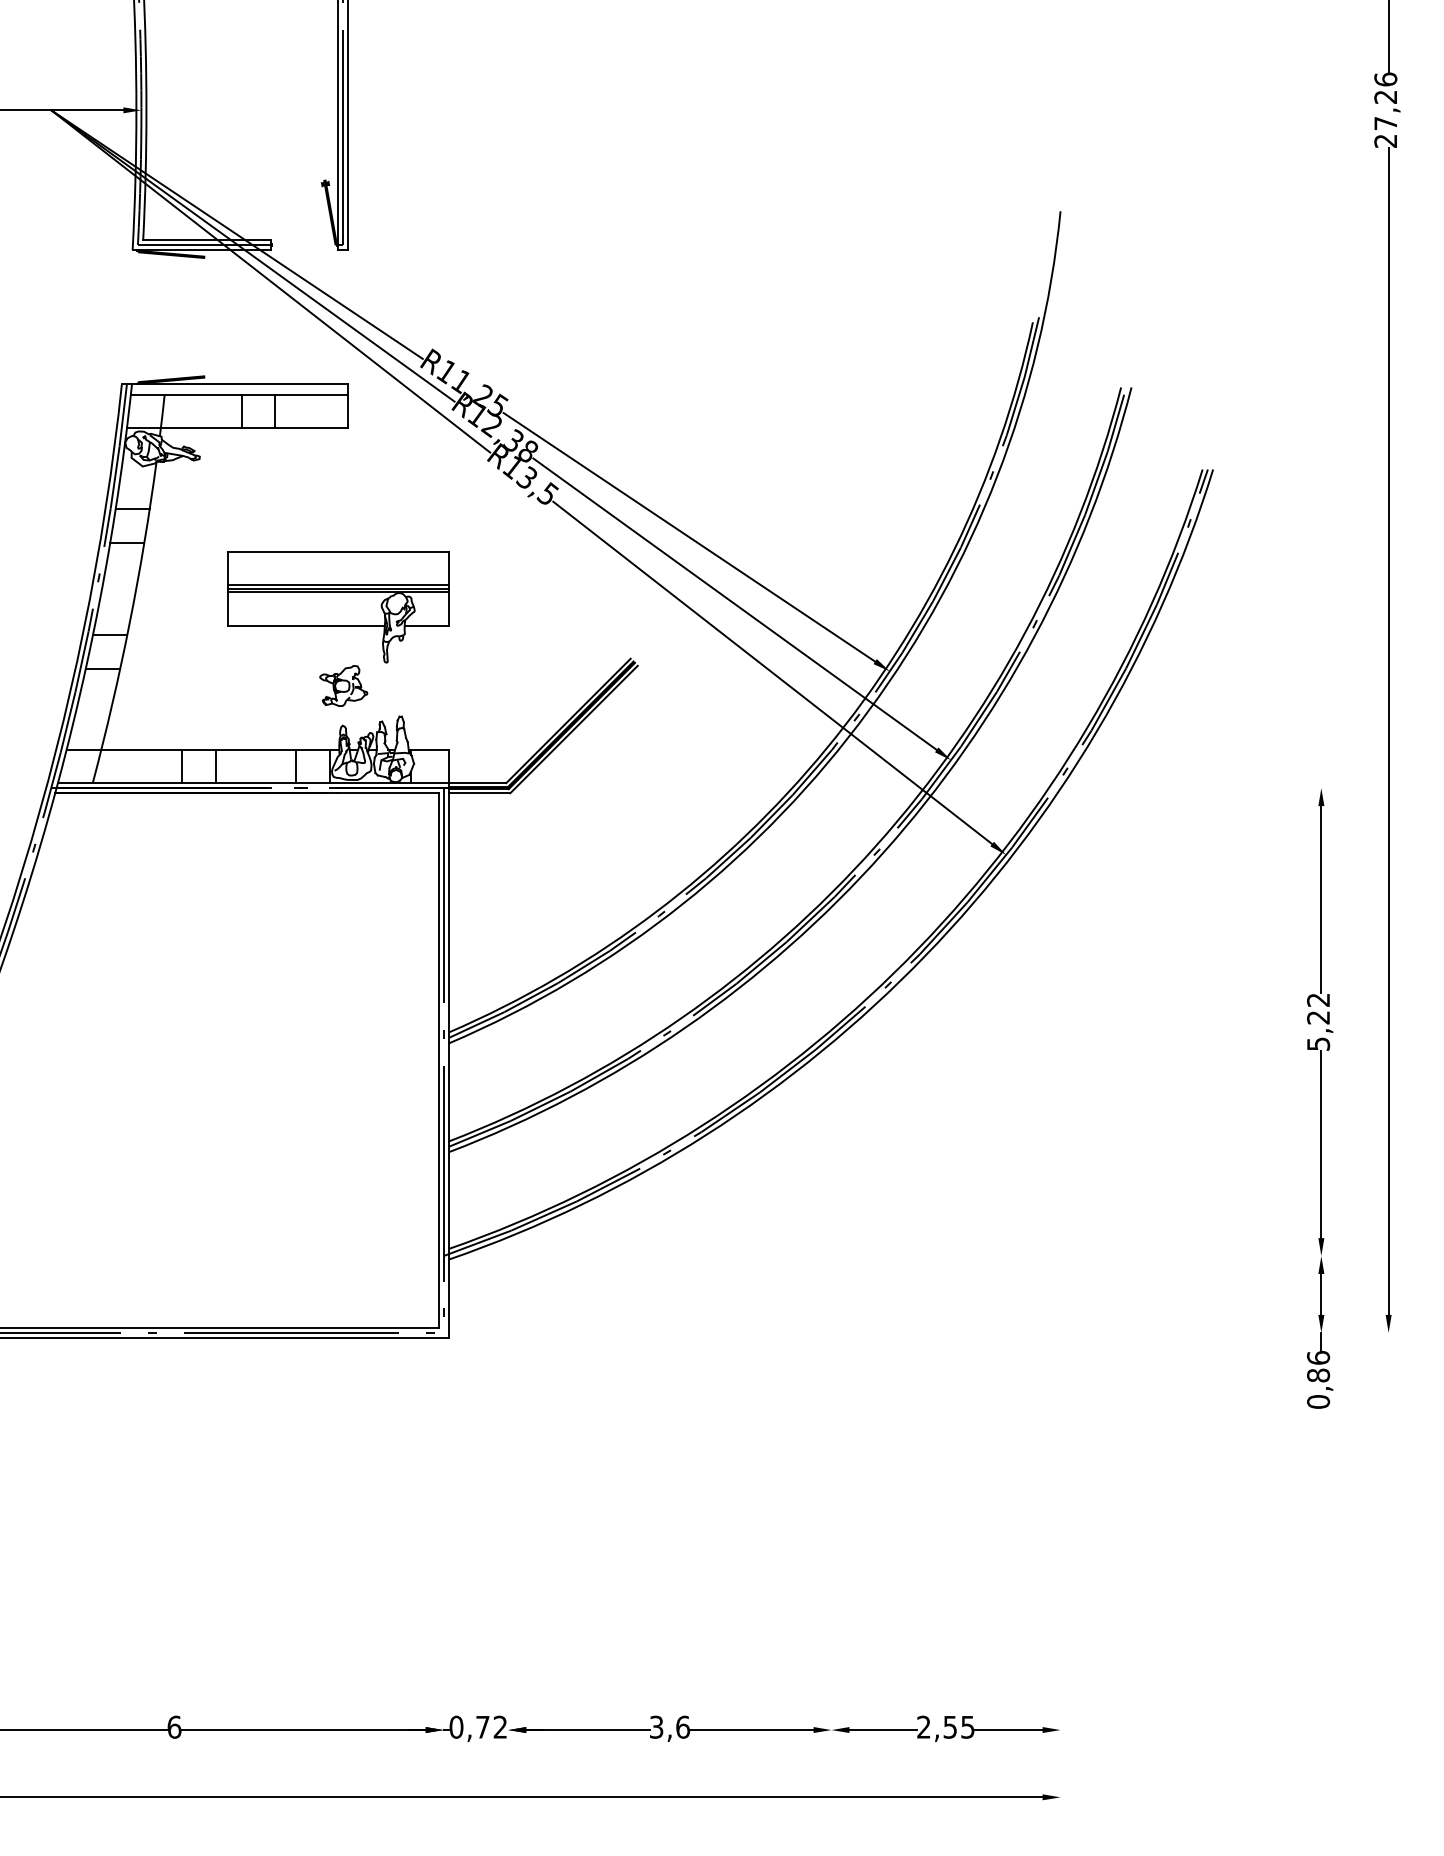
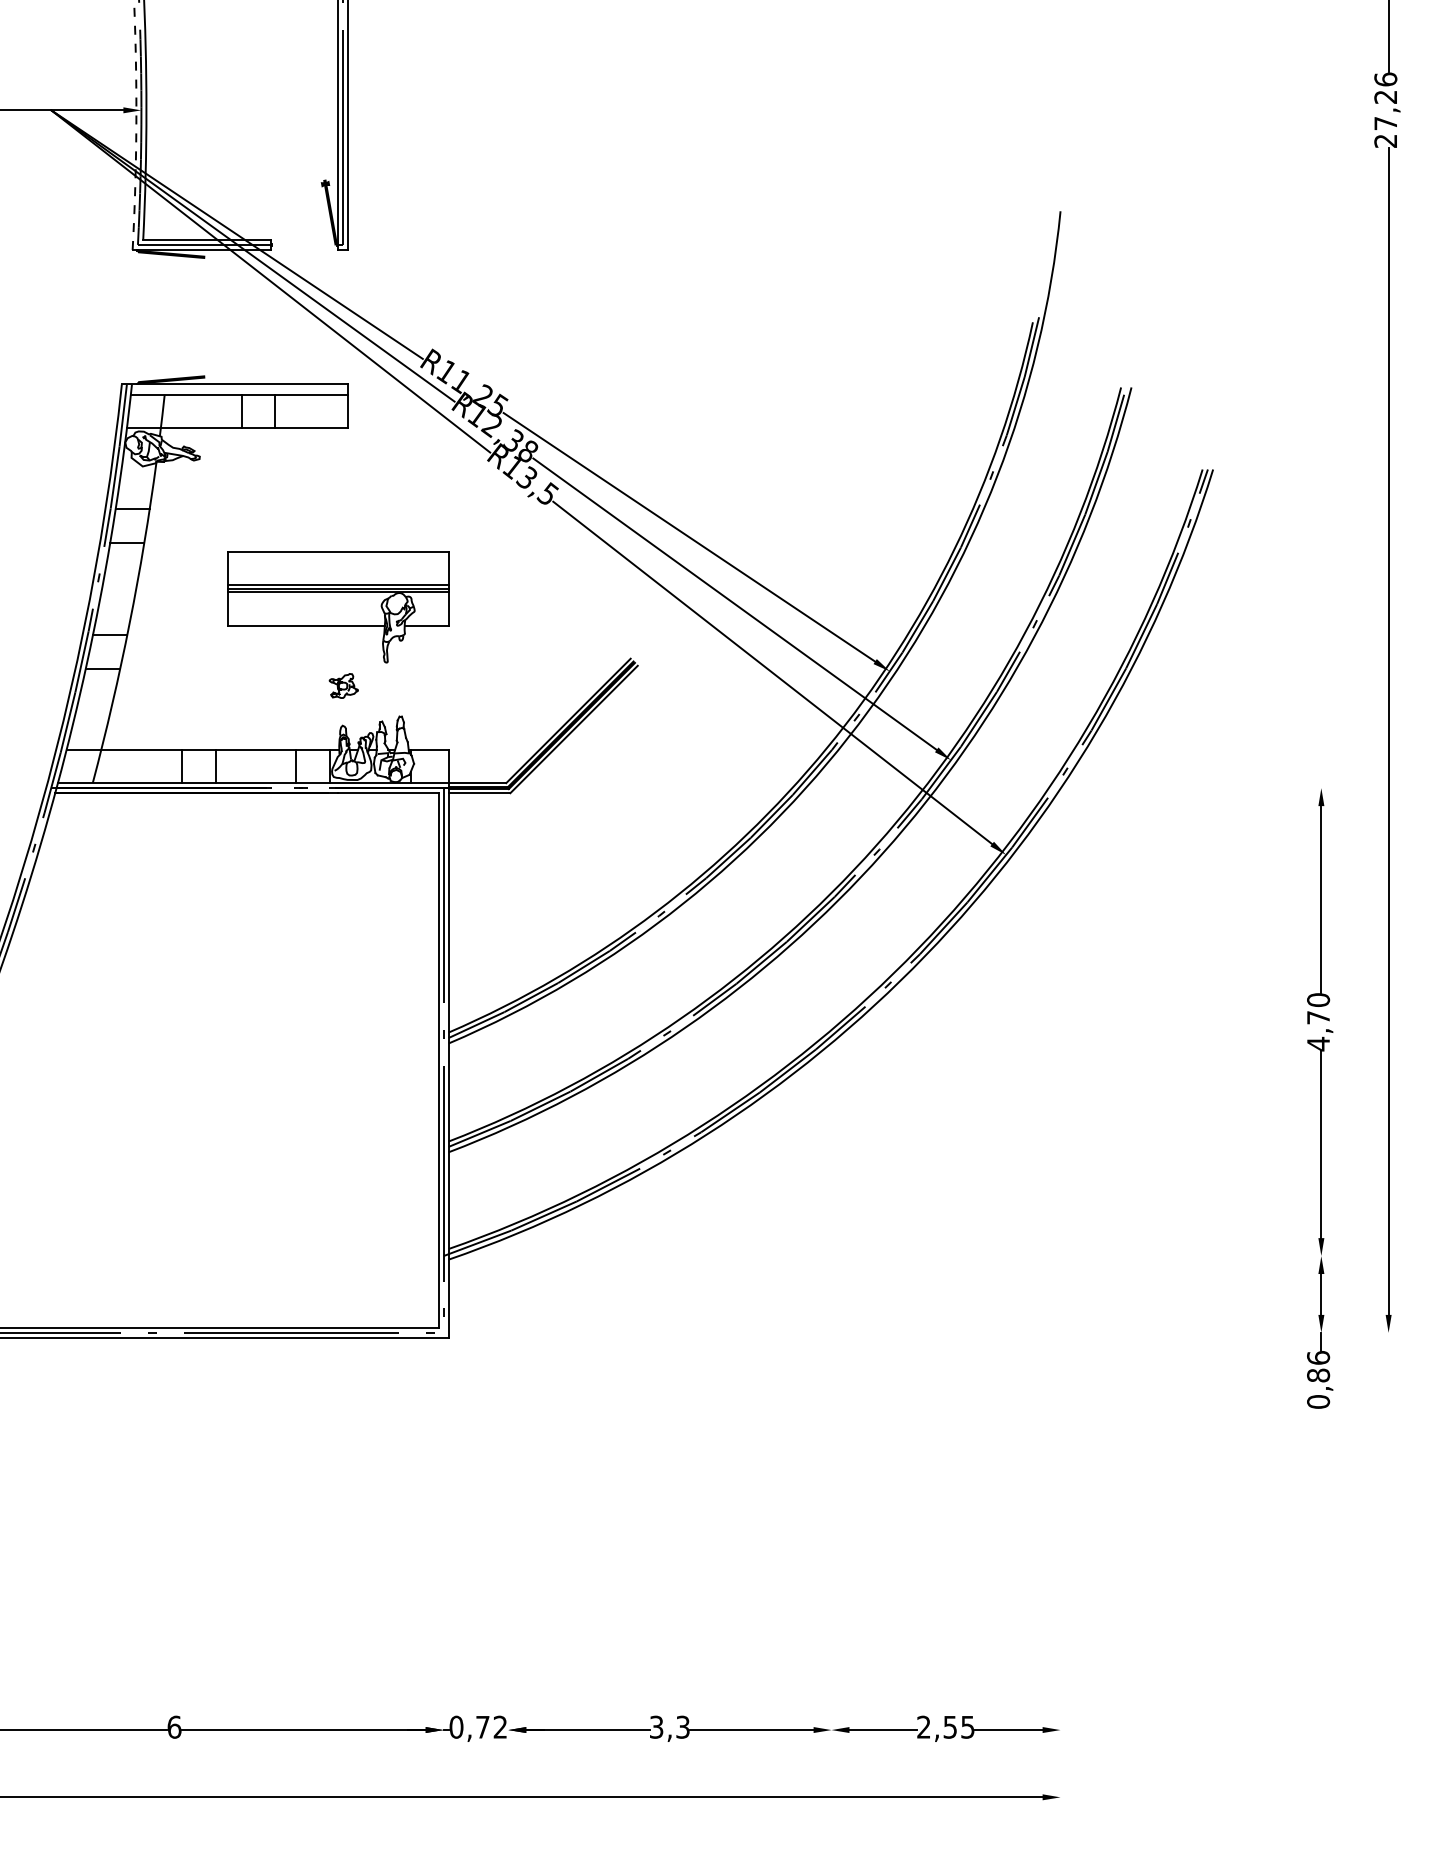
arc at (136, 124): solid -> dashed
part at (343, 685) size: 50x42 px -> 31x26 px
text at (1318, 1022): 5,22 -> 4,70
text at (683, 1726): 3,6 -> 3,3
